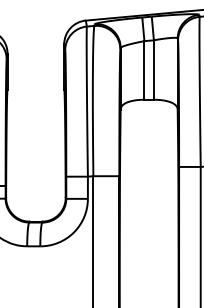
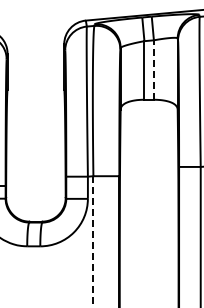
line at (153, 70): solid -> dashed
line at (93, 241): solid -> dashed
